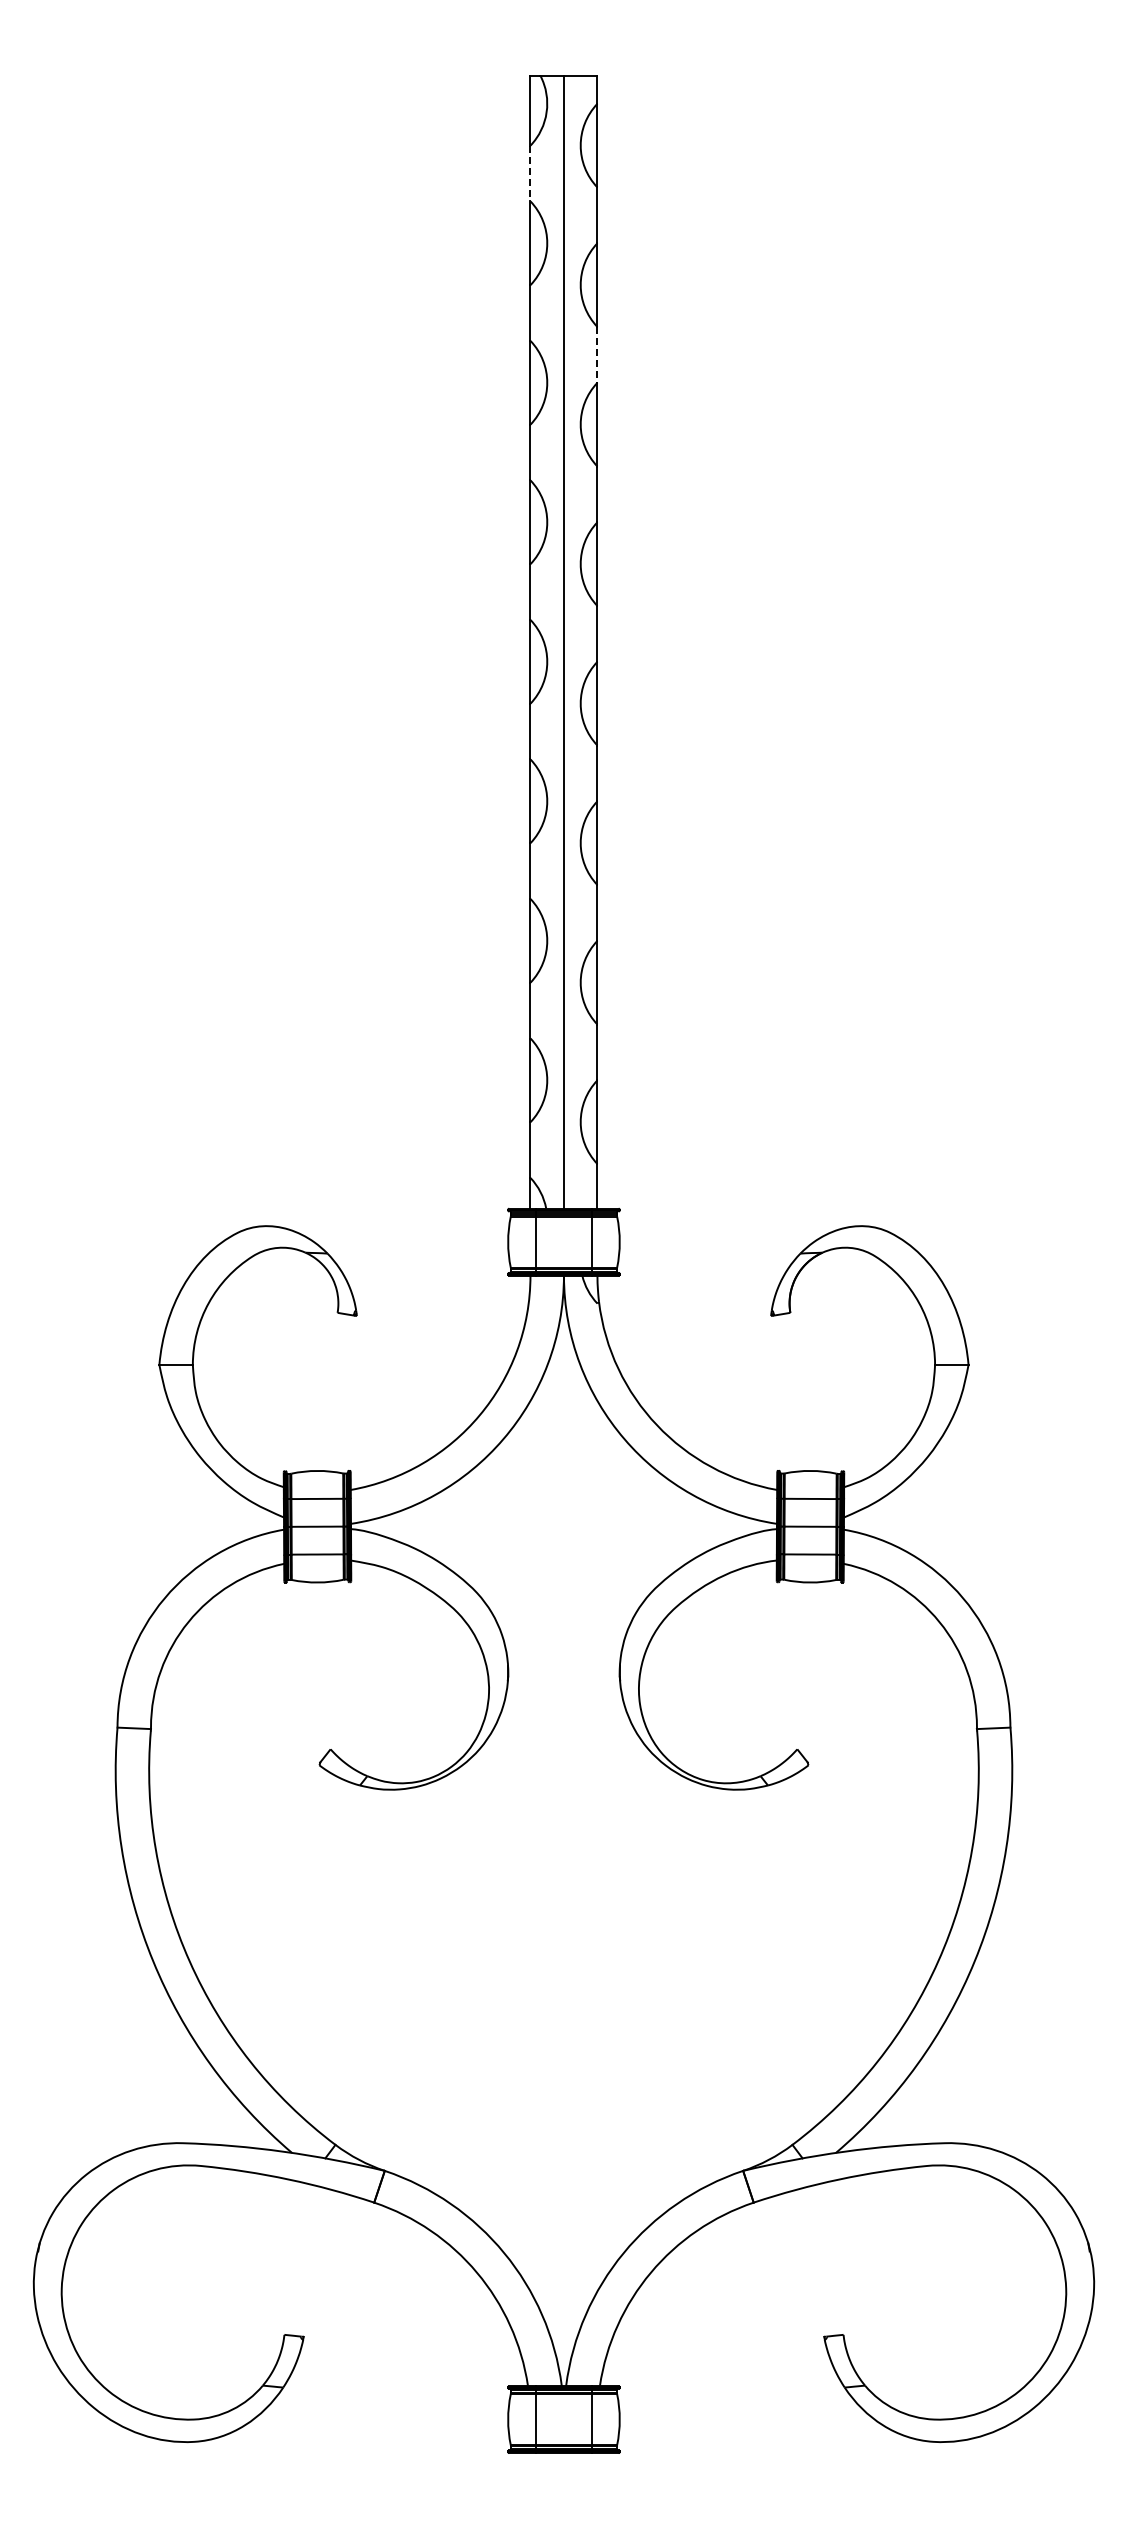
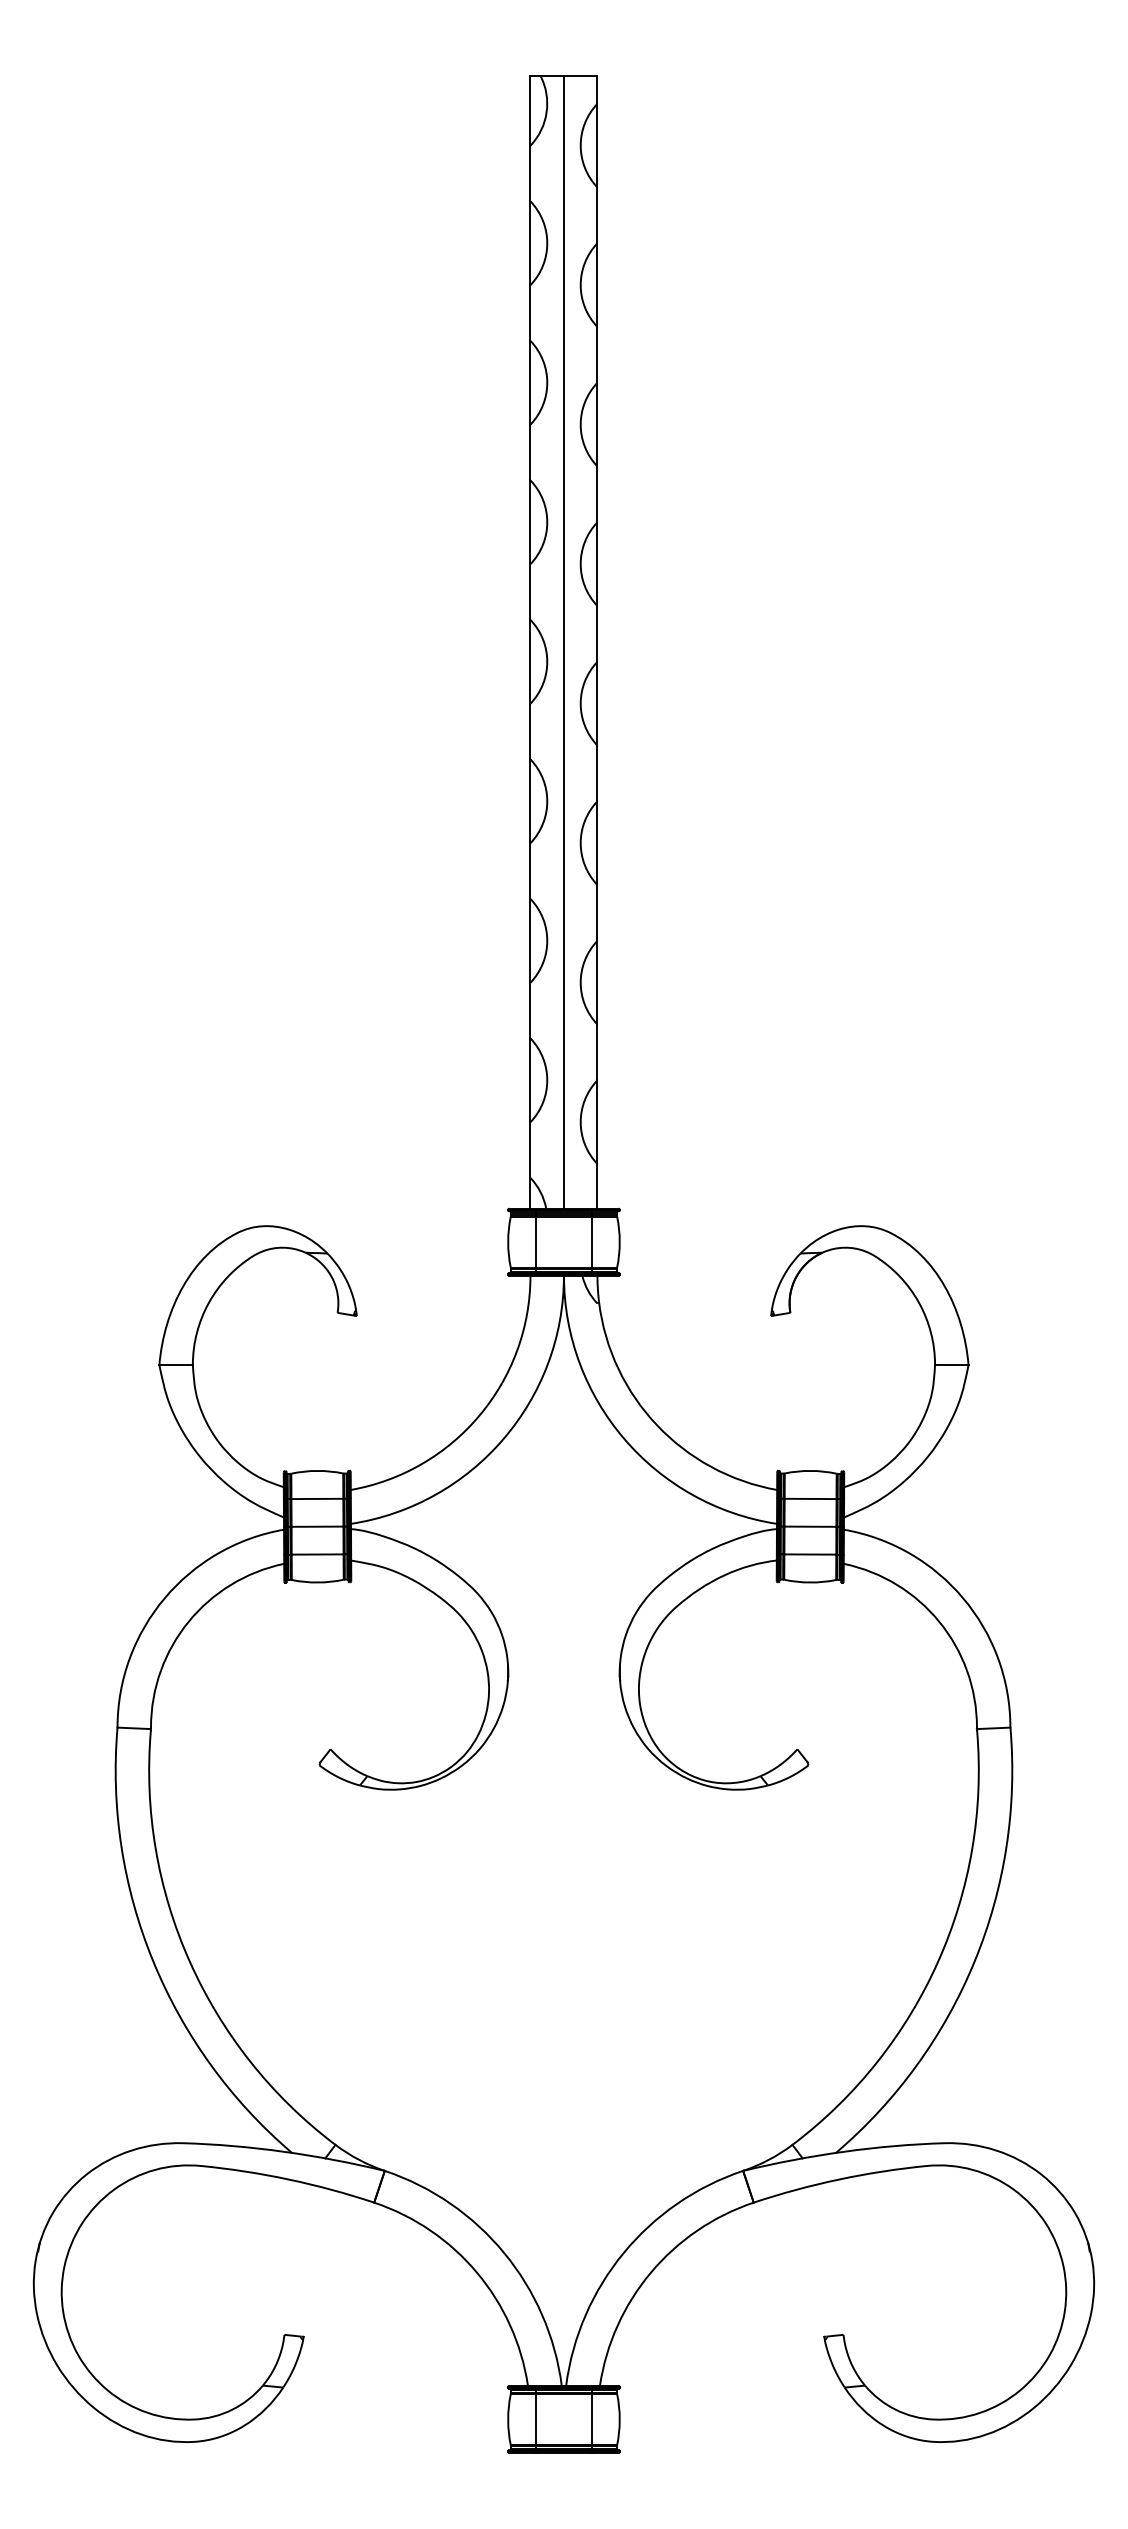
line at (530, 173): dashed -> solid
line at (597, 354): dashed -> solid
